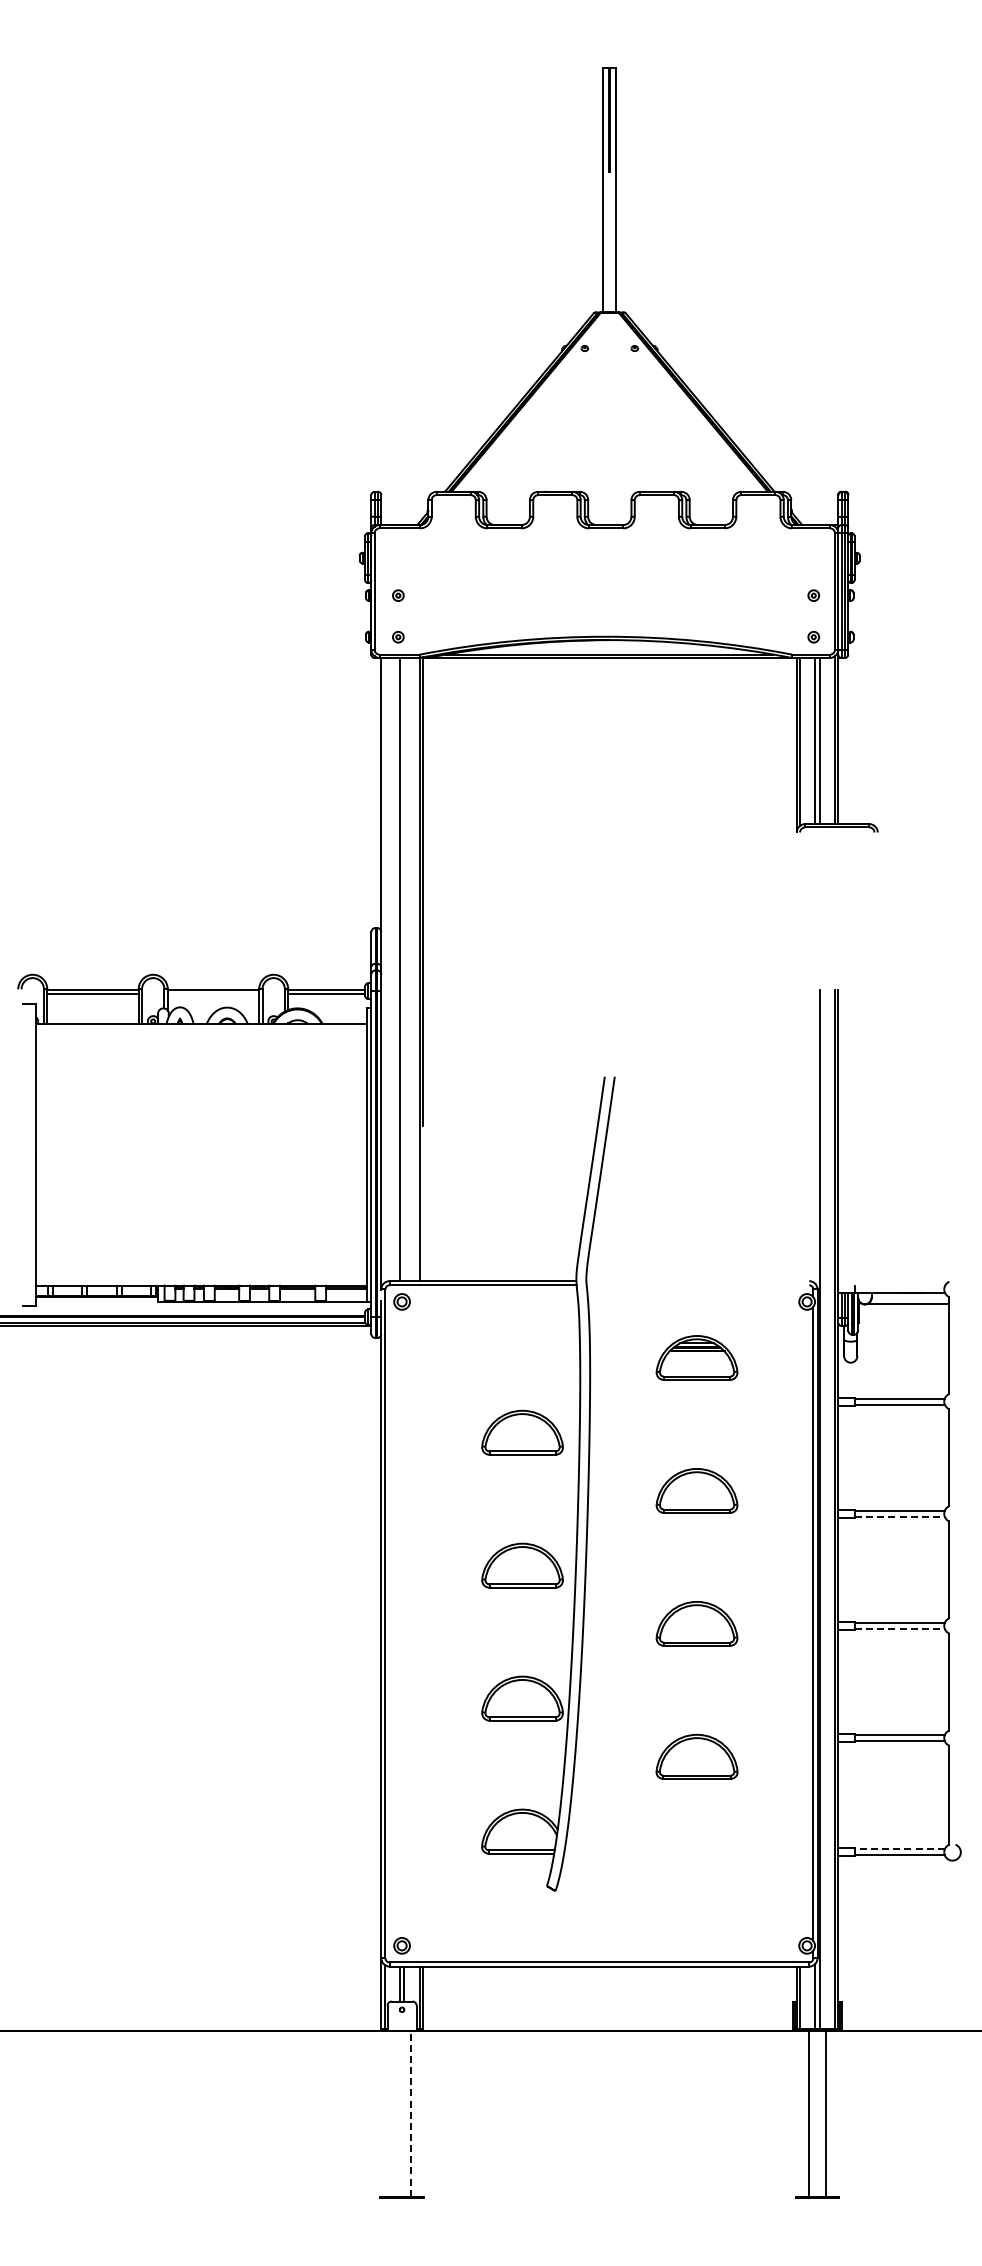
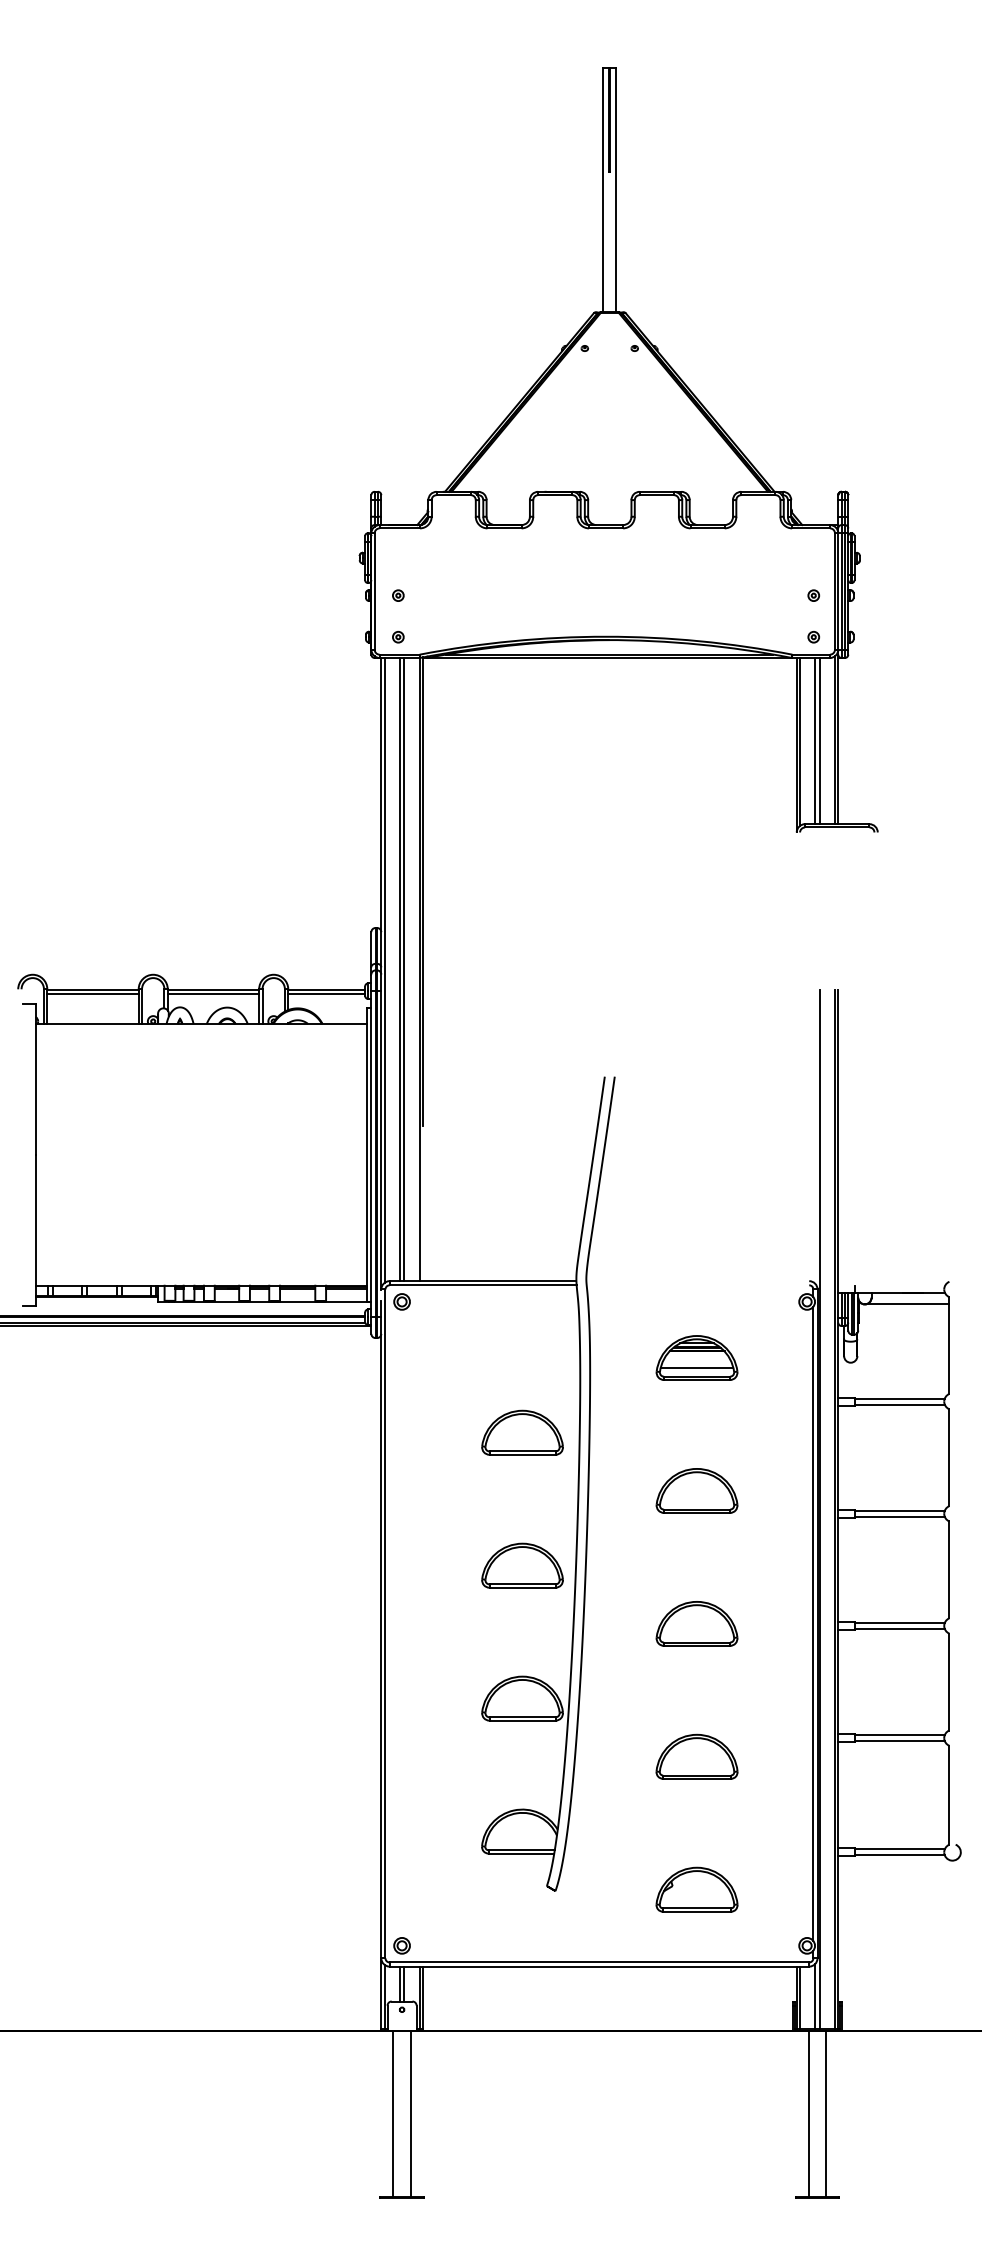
line at (404, 969): none -> present
line at (384, 970): none -> present
line at (213, 993): none -> present
line at (696, 1367): none -> present
line at (899, 1516): dashed -> solid
line at (899, 1629): dashed -> solid
line at (899, 1849): dashed -> solid
part at (696, 1889): none -> present
line at (393, 2113): none -> present
line at (410, 2113): dashed -> solid
